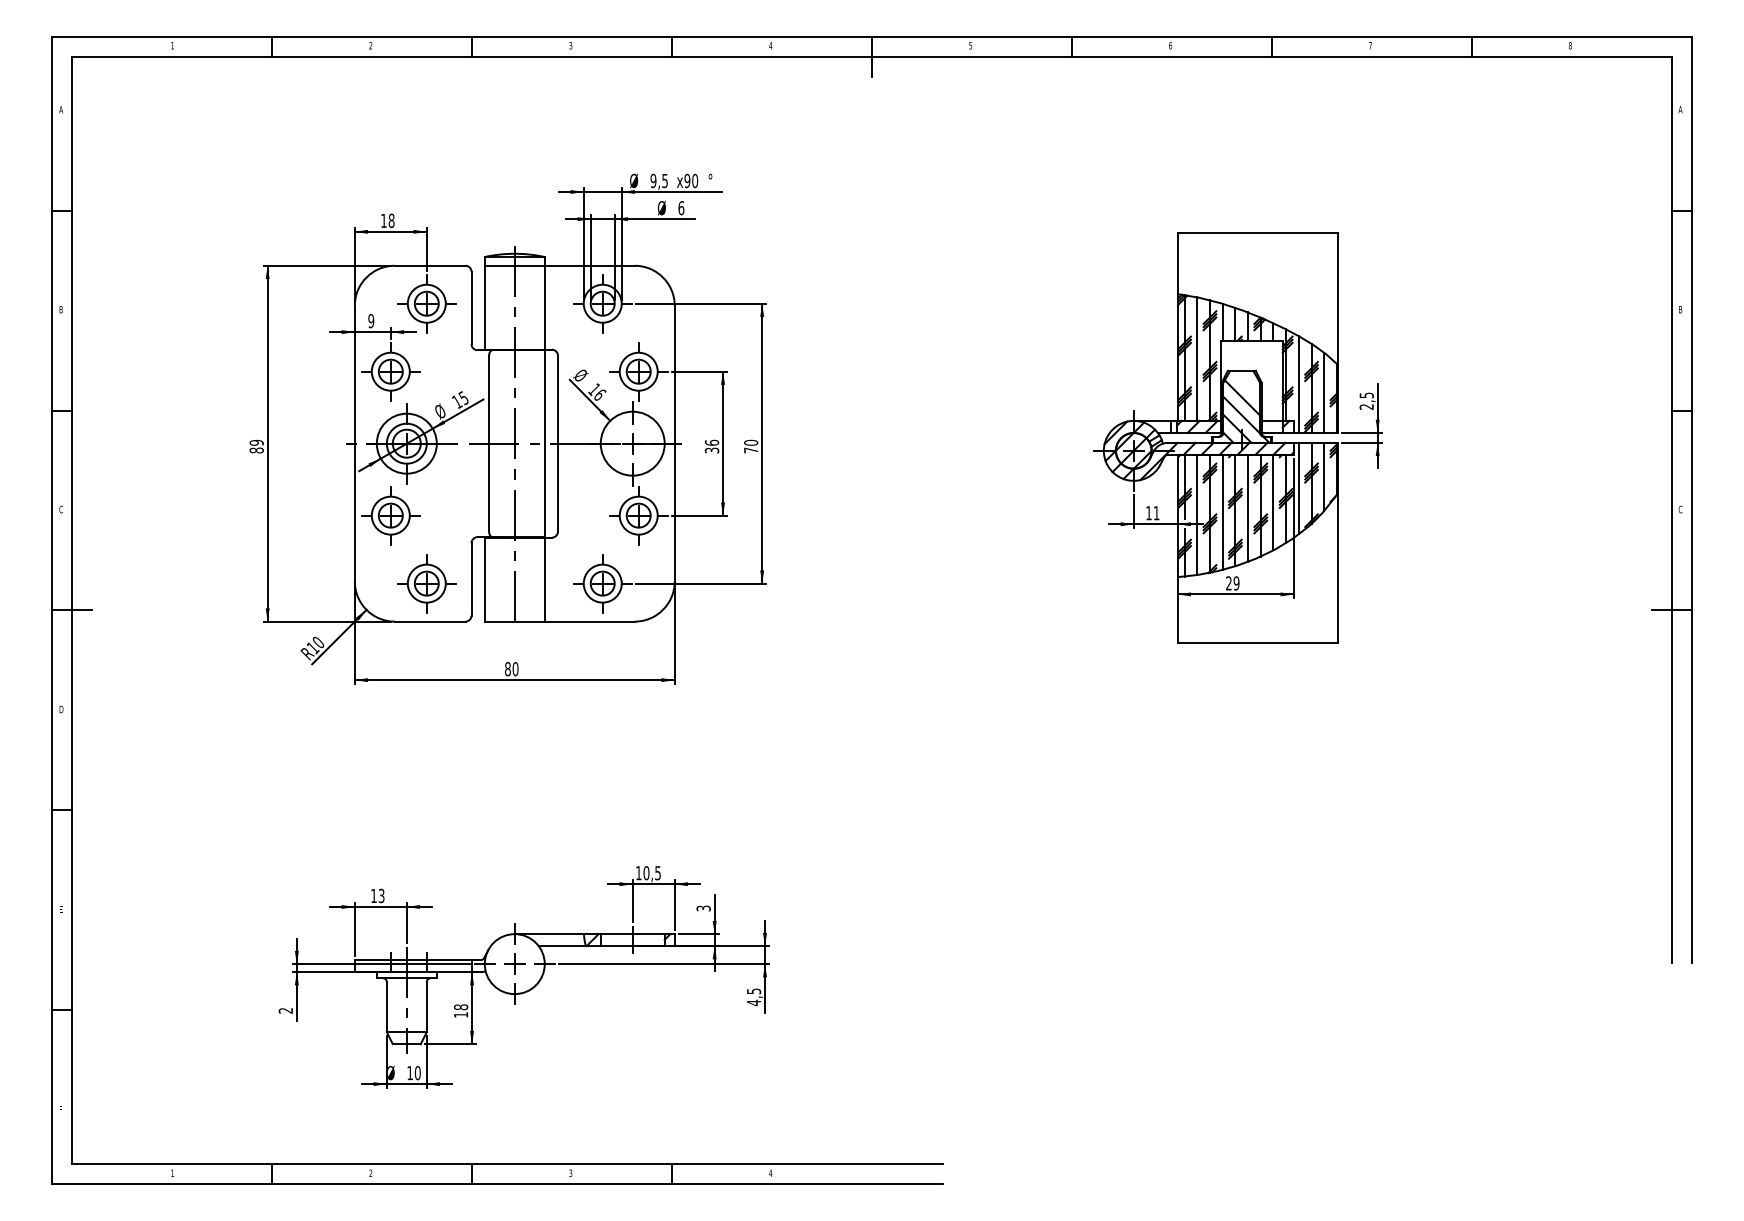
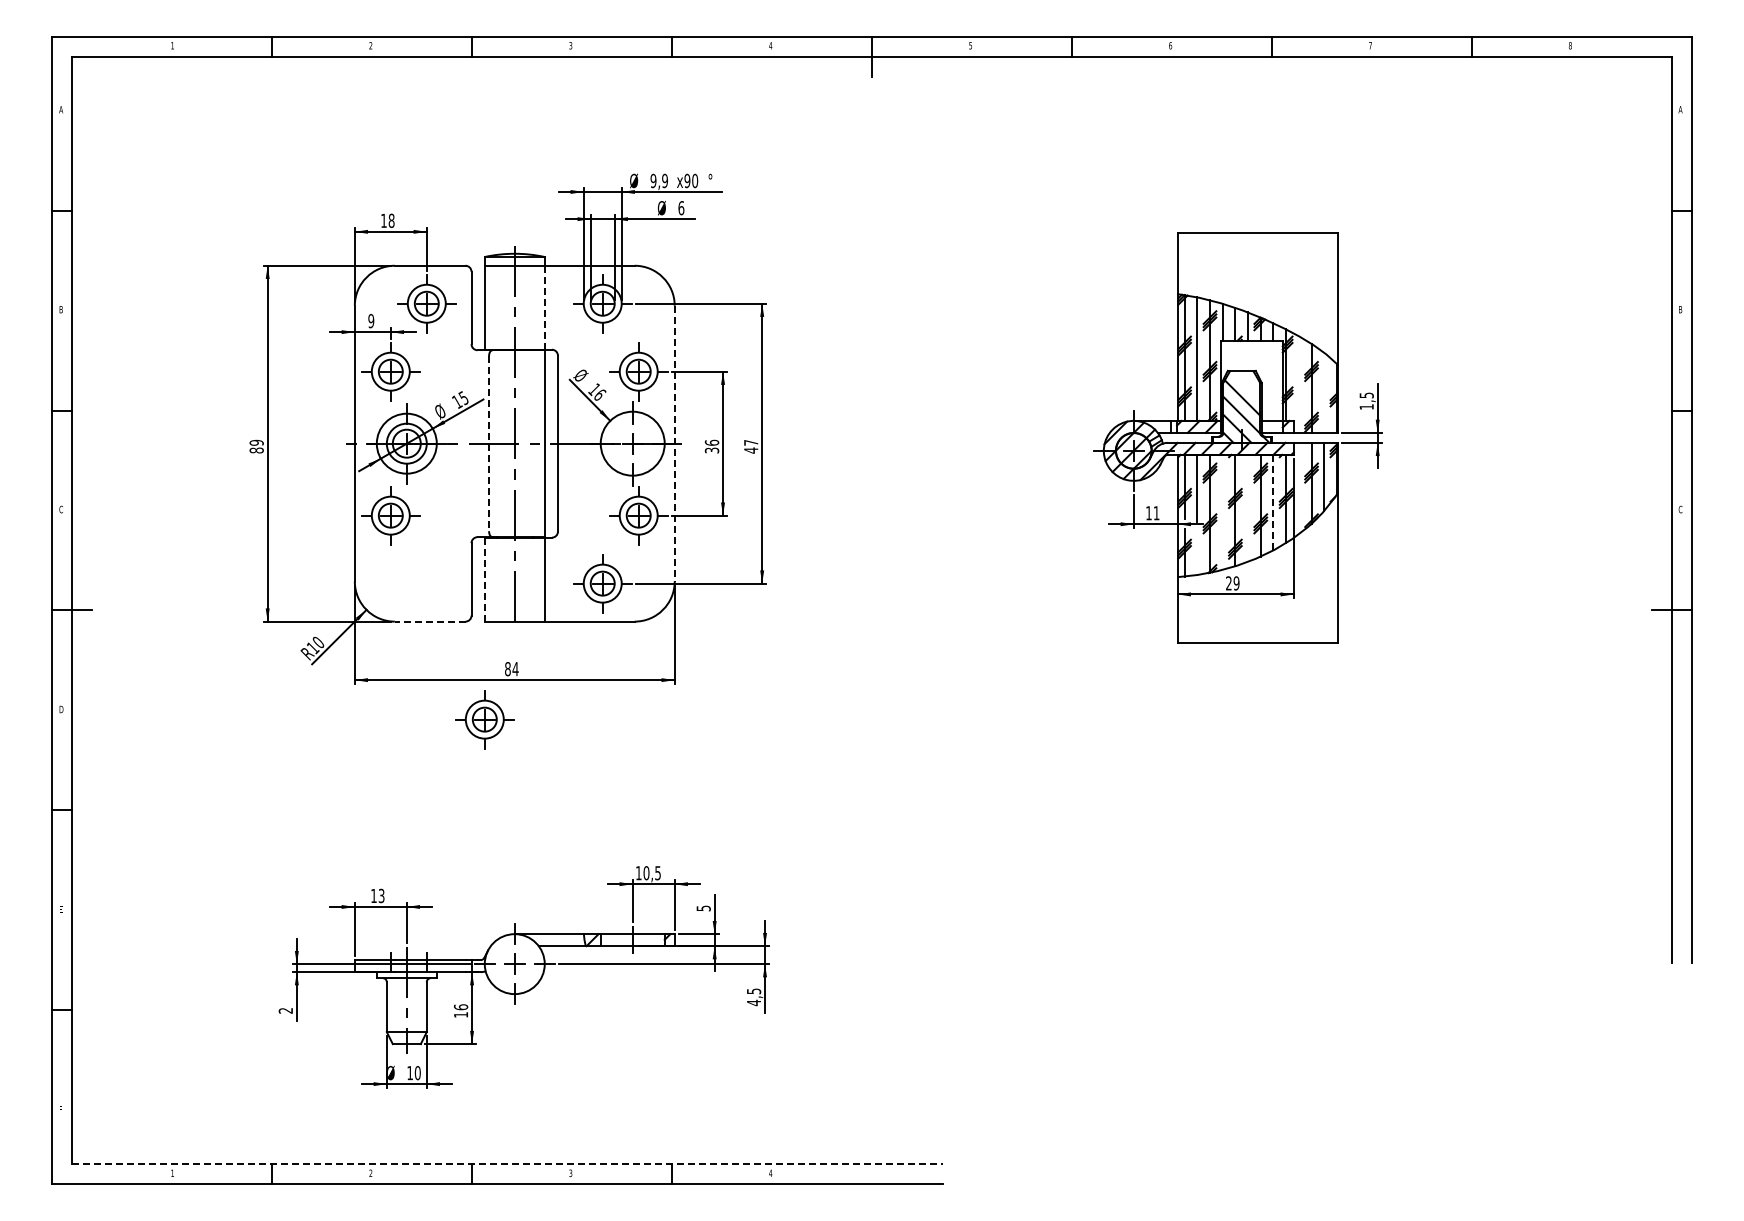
text at (664, 180): 9,5 -> 9,9
line at (544, 307): solid -> dashed
line at (1298, 384): present -> none
line at (1324, 392): present -> none
text at (1366, 406): 2,5 -> 1,5
line at (674, 443): solid -> dashed
line at (489, 444): solid -> dashed
text at (751, 446): 70 -> 47
line at (1298, 488): present -> none
line at (1273, 502): solid -> dashed
line at (1248, 507): present -> none
line at (1222, 511): present -> none
line at (1197, 550): present -> none
line at (484, 579): solid -> dashed
part at (426, 583) position: (426, 583) -> (484, 719)
line at (429, 621): solid -> dashed
text at (515, 669): 80 -> 84
text at (702, 908): 3 -> 5
text at (460, 1007): 18 -> 16
line at (508, 1164): solid -> dashed
